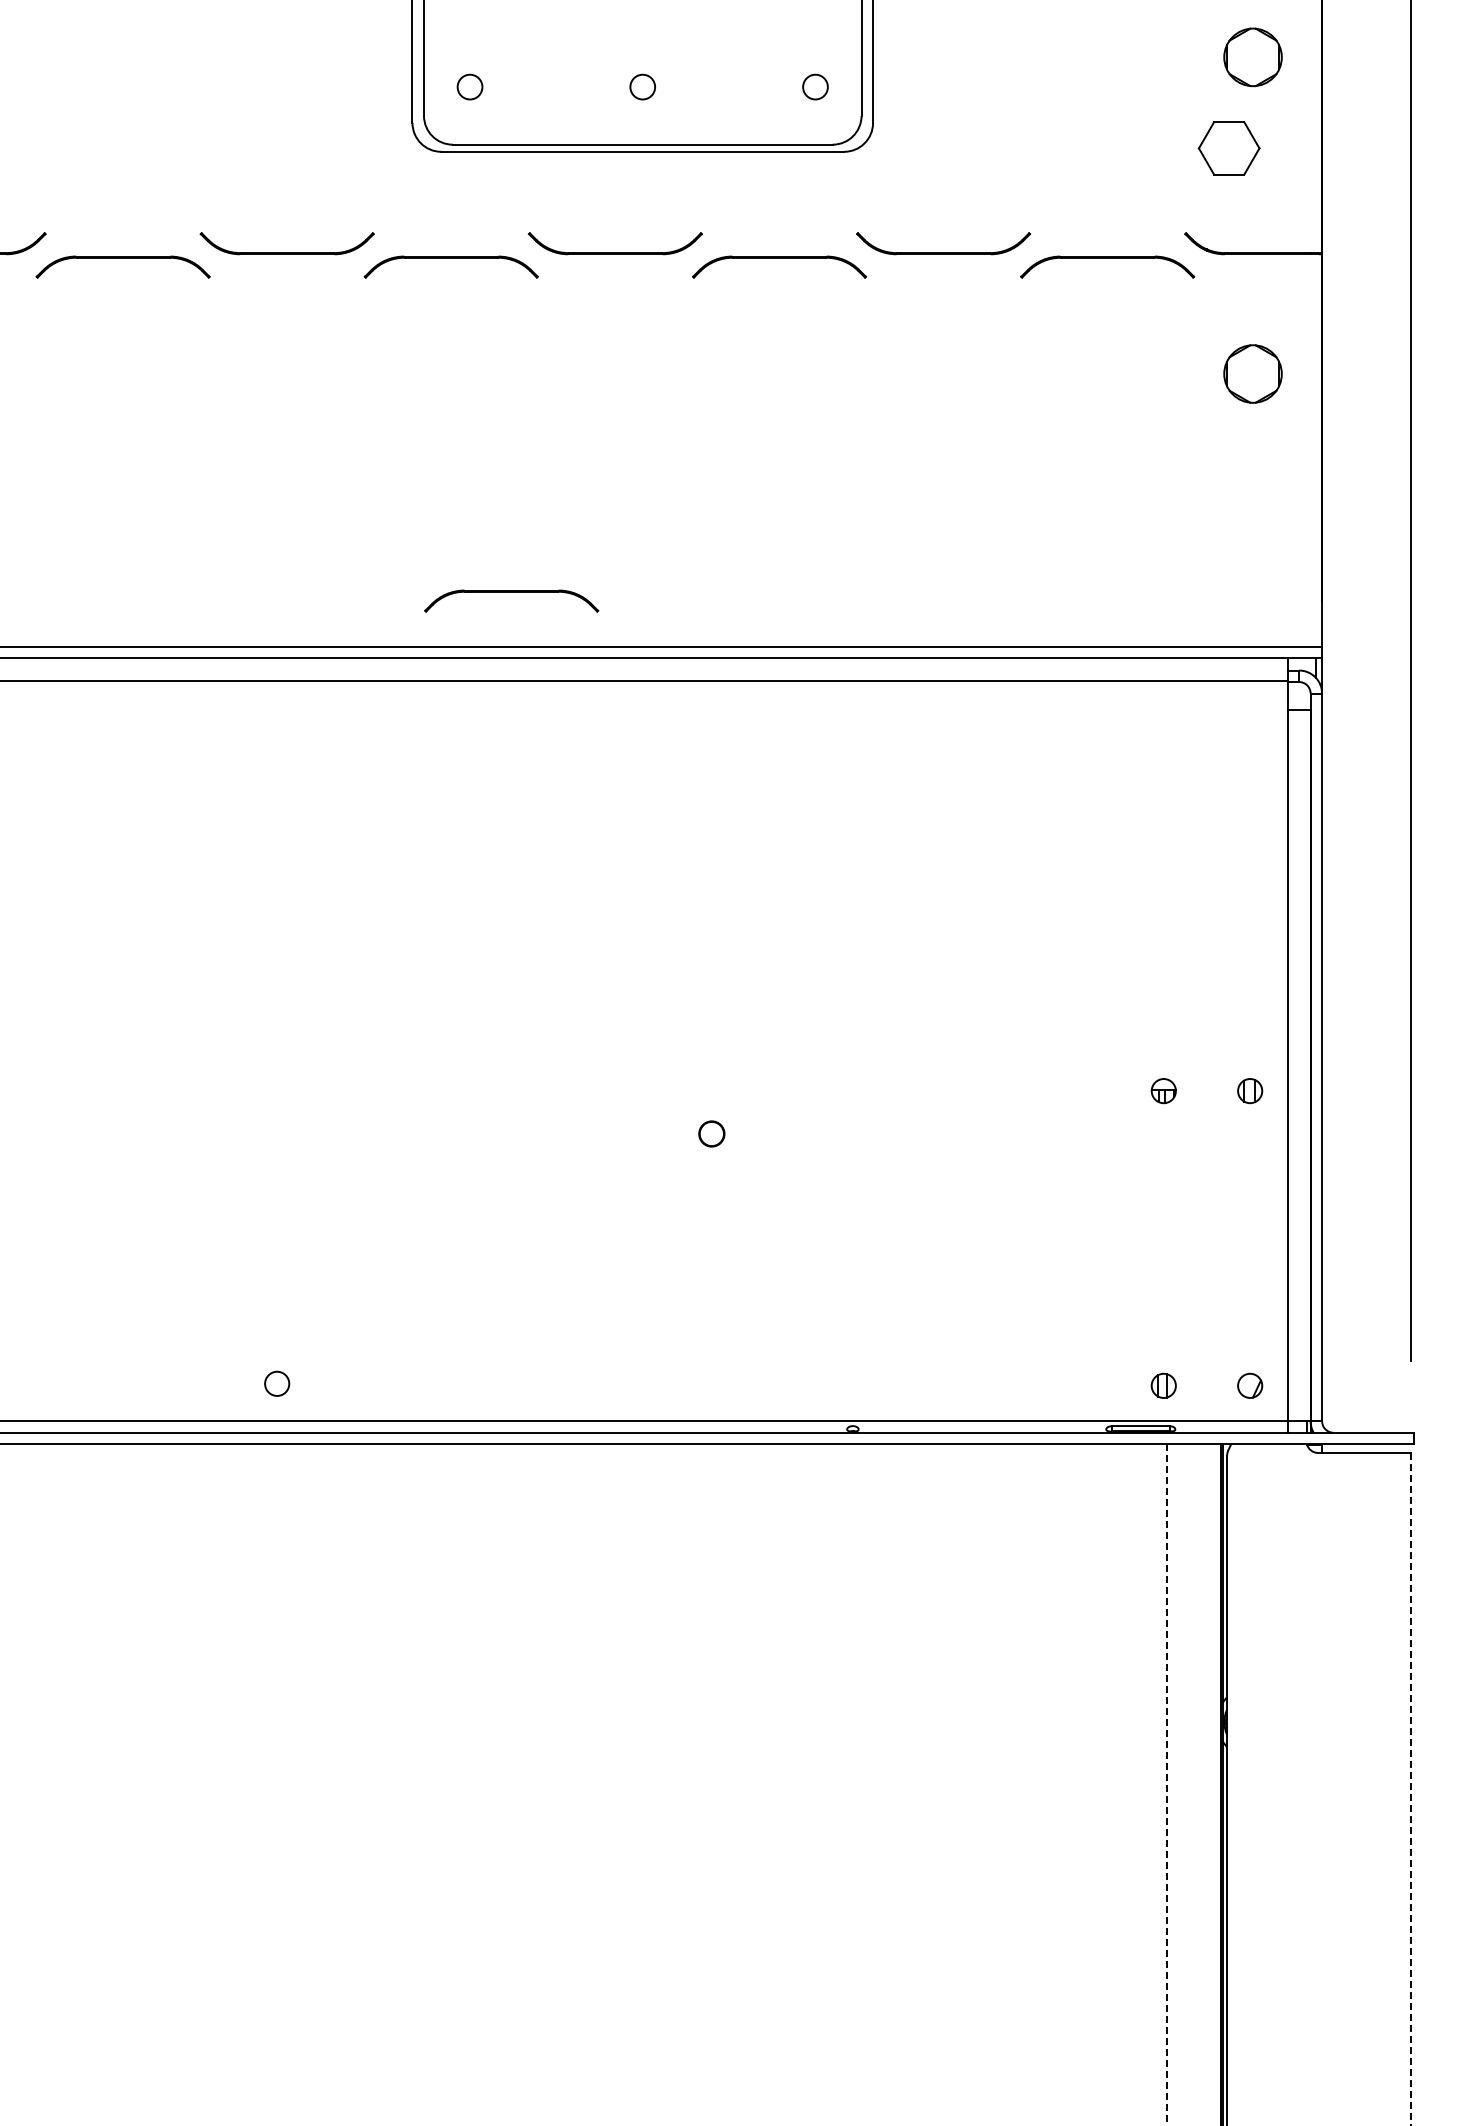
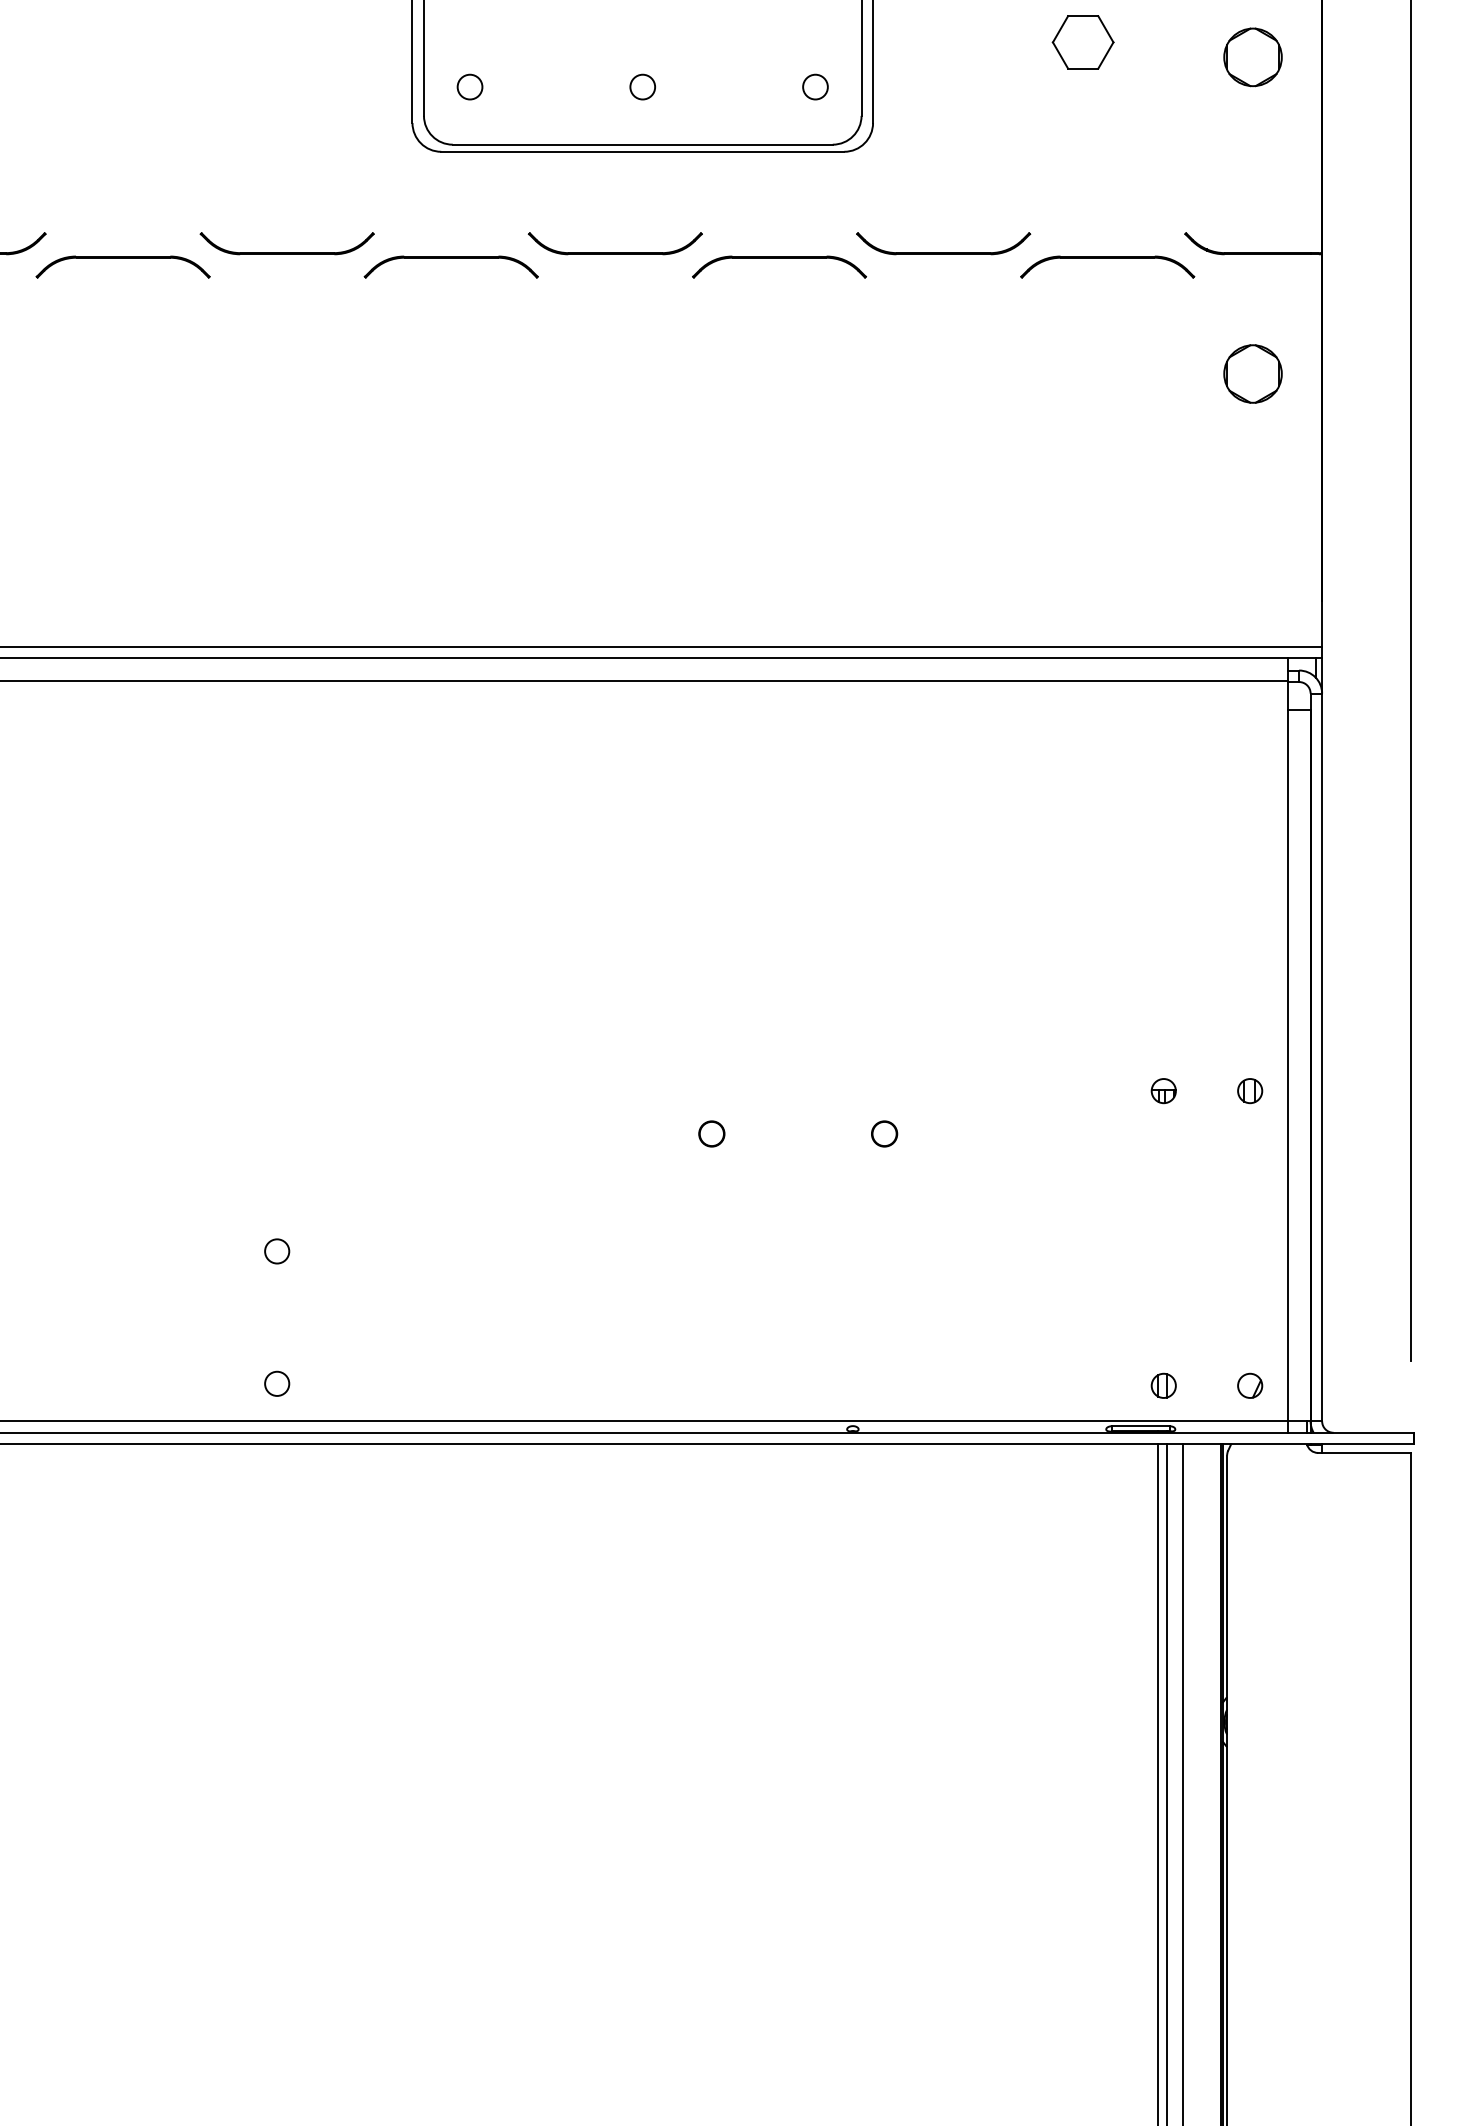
part at (1228, 148) position: (1228, 148) -> (1082, 42)
part at (511, 592): present -> none
circle at (884, 1133): none -> present
circle at (277, 1251): none -> present
line at (1158, 1783): none -> present
line at (1182, 1783): none -> present
line at (1166, 1785): dashed -> solid
line at (1411, 1789): dashed -> solid
